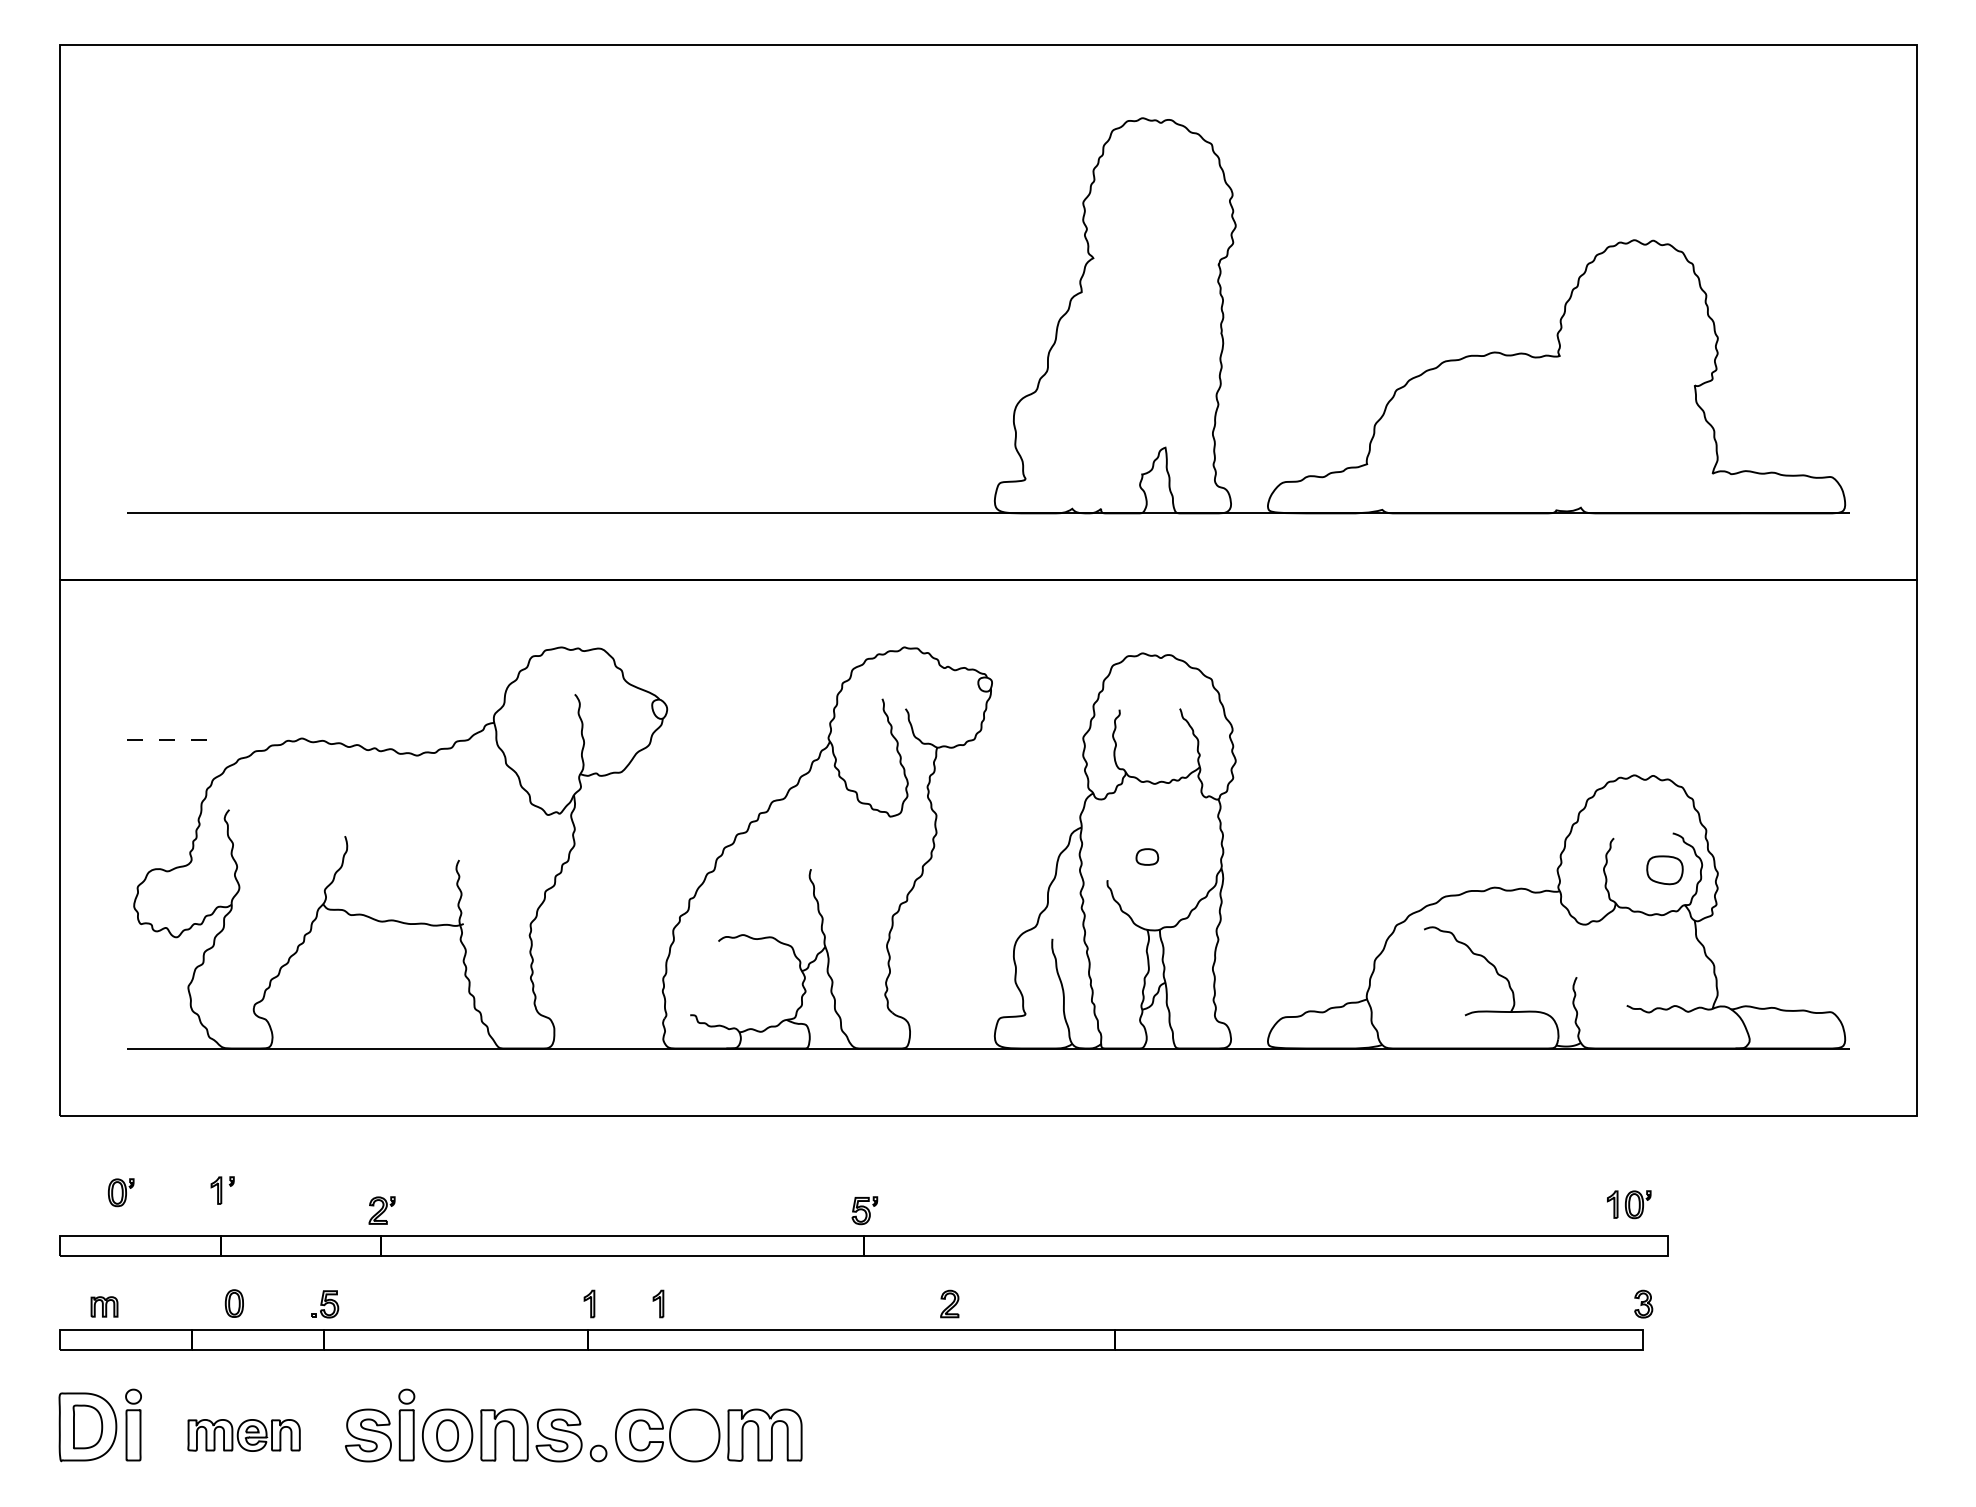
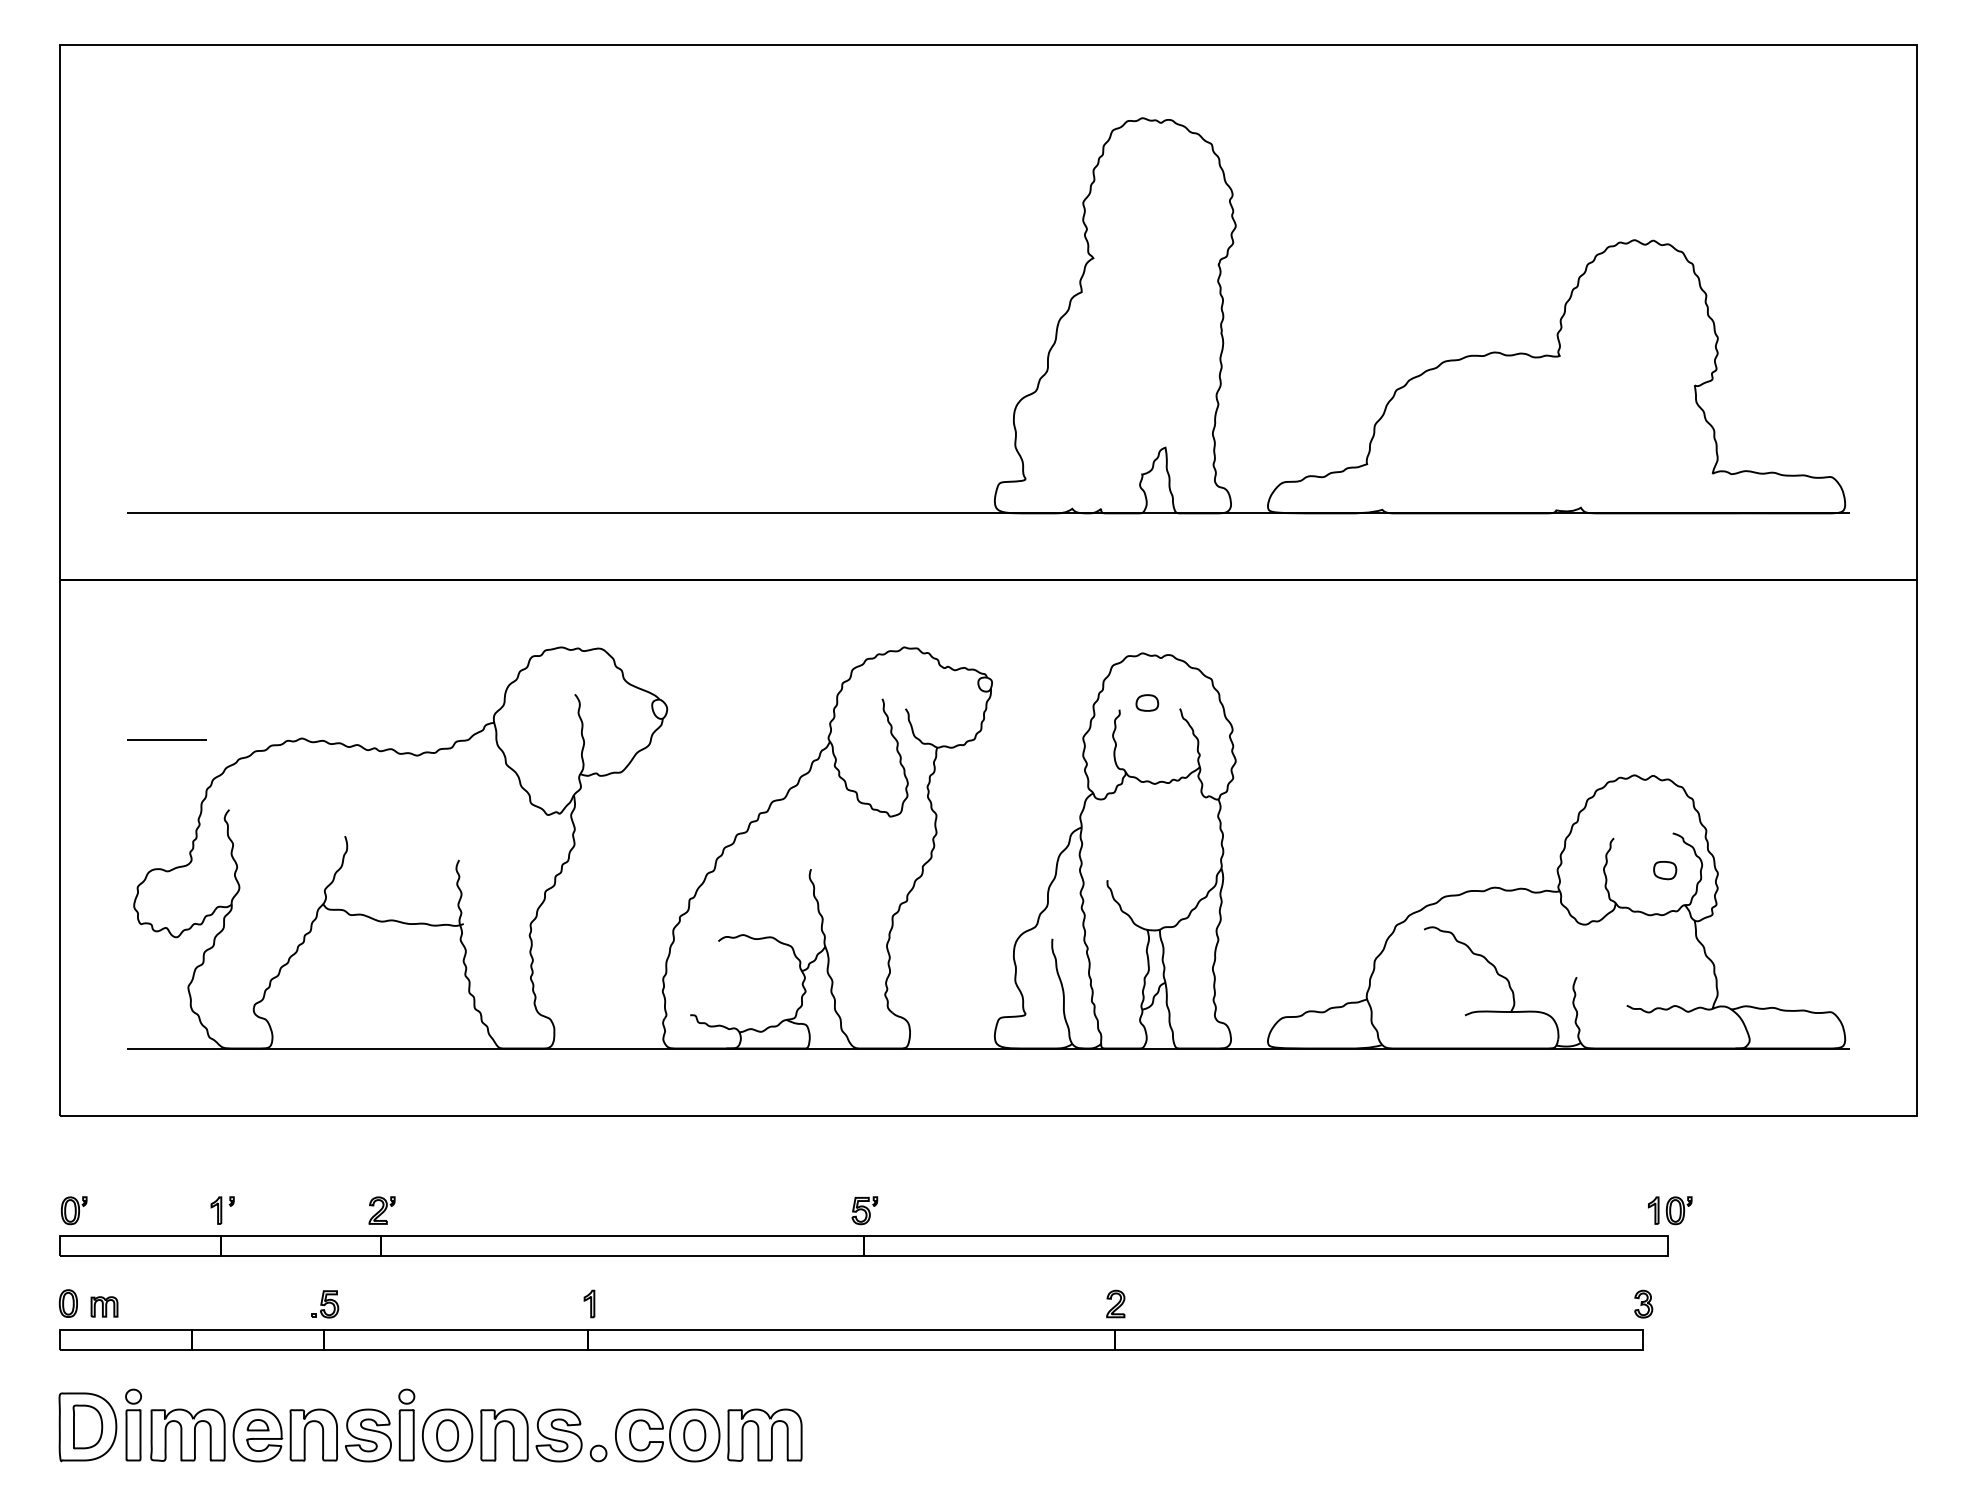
line at (167, 740): dashed -> solid
part at (1147, 856) position: (1147, 856) -> (1147, 702)
part at (1664, 870) size: 38x31 px -> 25x20 px
part at (222, 1190) position: (222, 1190) -> (222, 1210)
part at (121, 1192) position: (121, 1192) -> (74, 1210)
part at (1629, 1204) position: (1629, 1204) -> (1670, 1210)
part at (233, 1303) position: (233, 1303) -> (67, 1303)
part at (658, 1303): present -> none
part at (949, 1303) position: (949, 1303) -> (1115, 1303)
part at (243, 1435) size: 114x33 px -> 188x55 px
part at (694, 1435): none -> present
